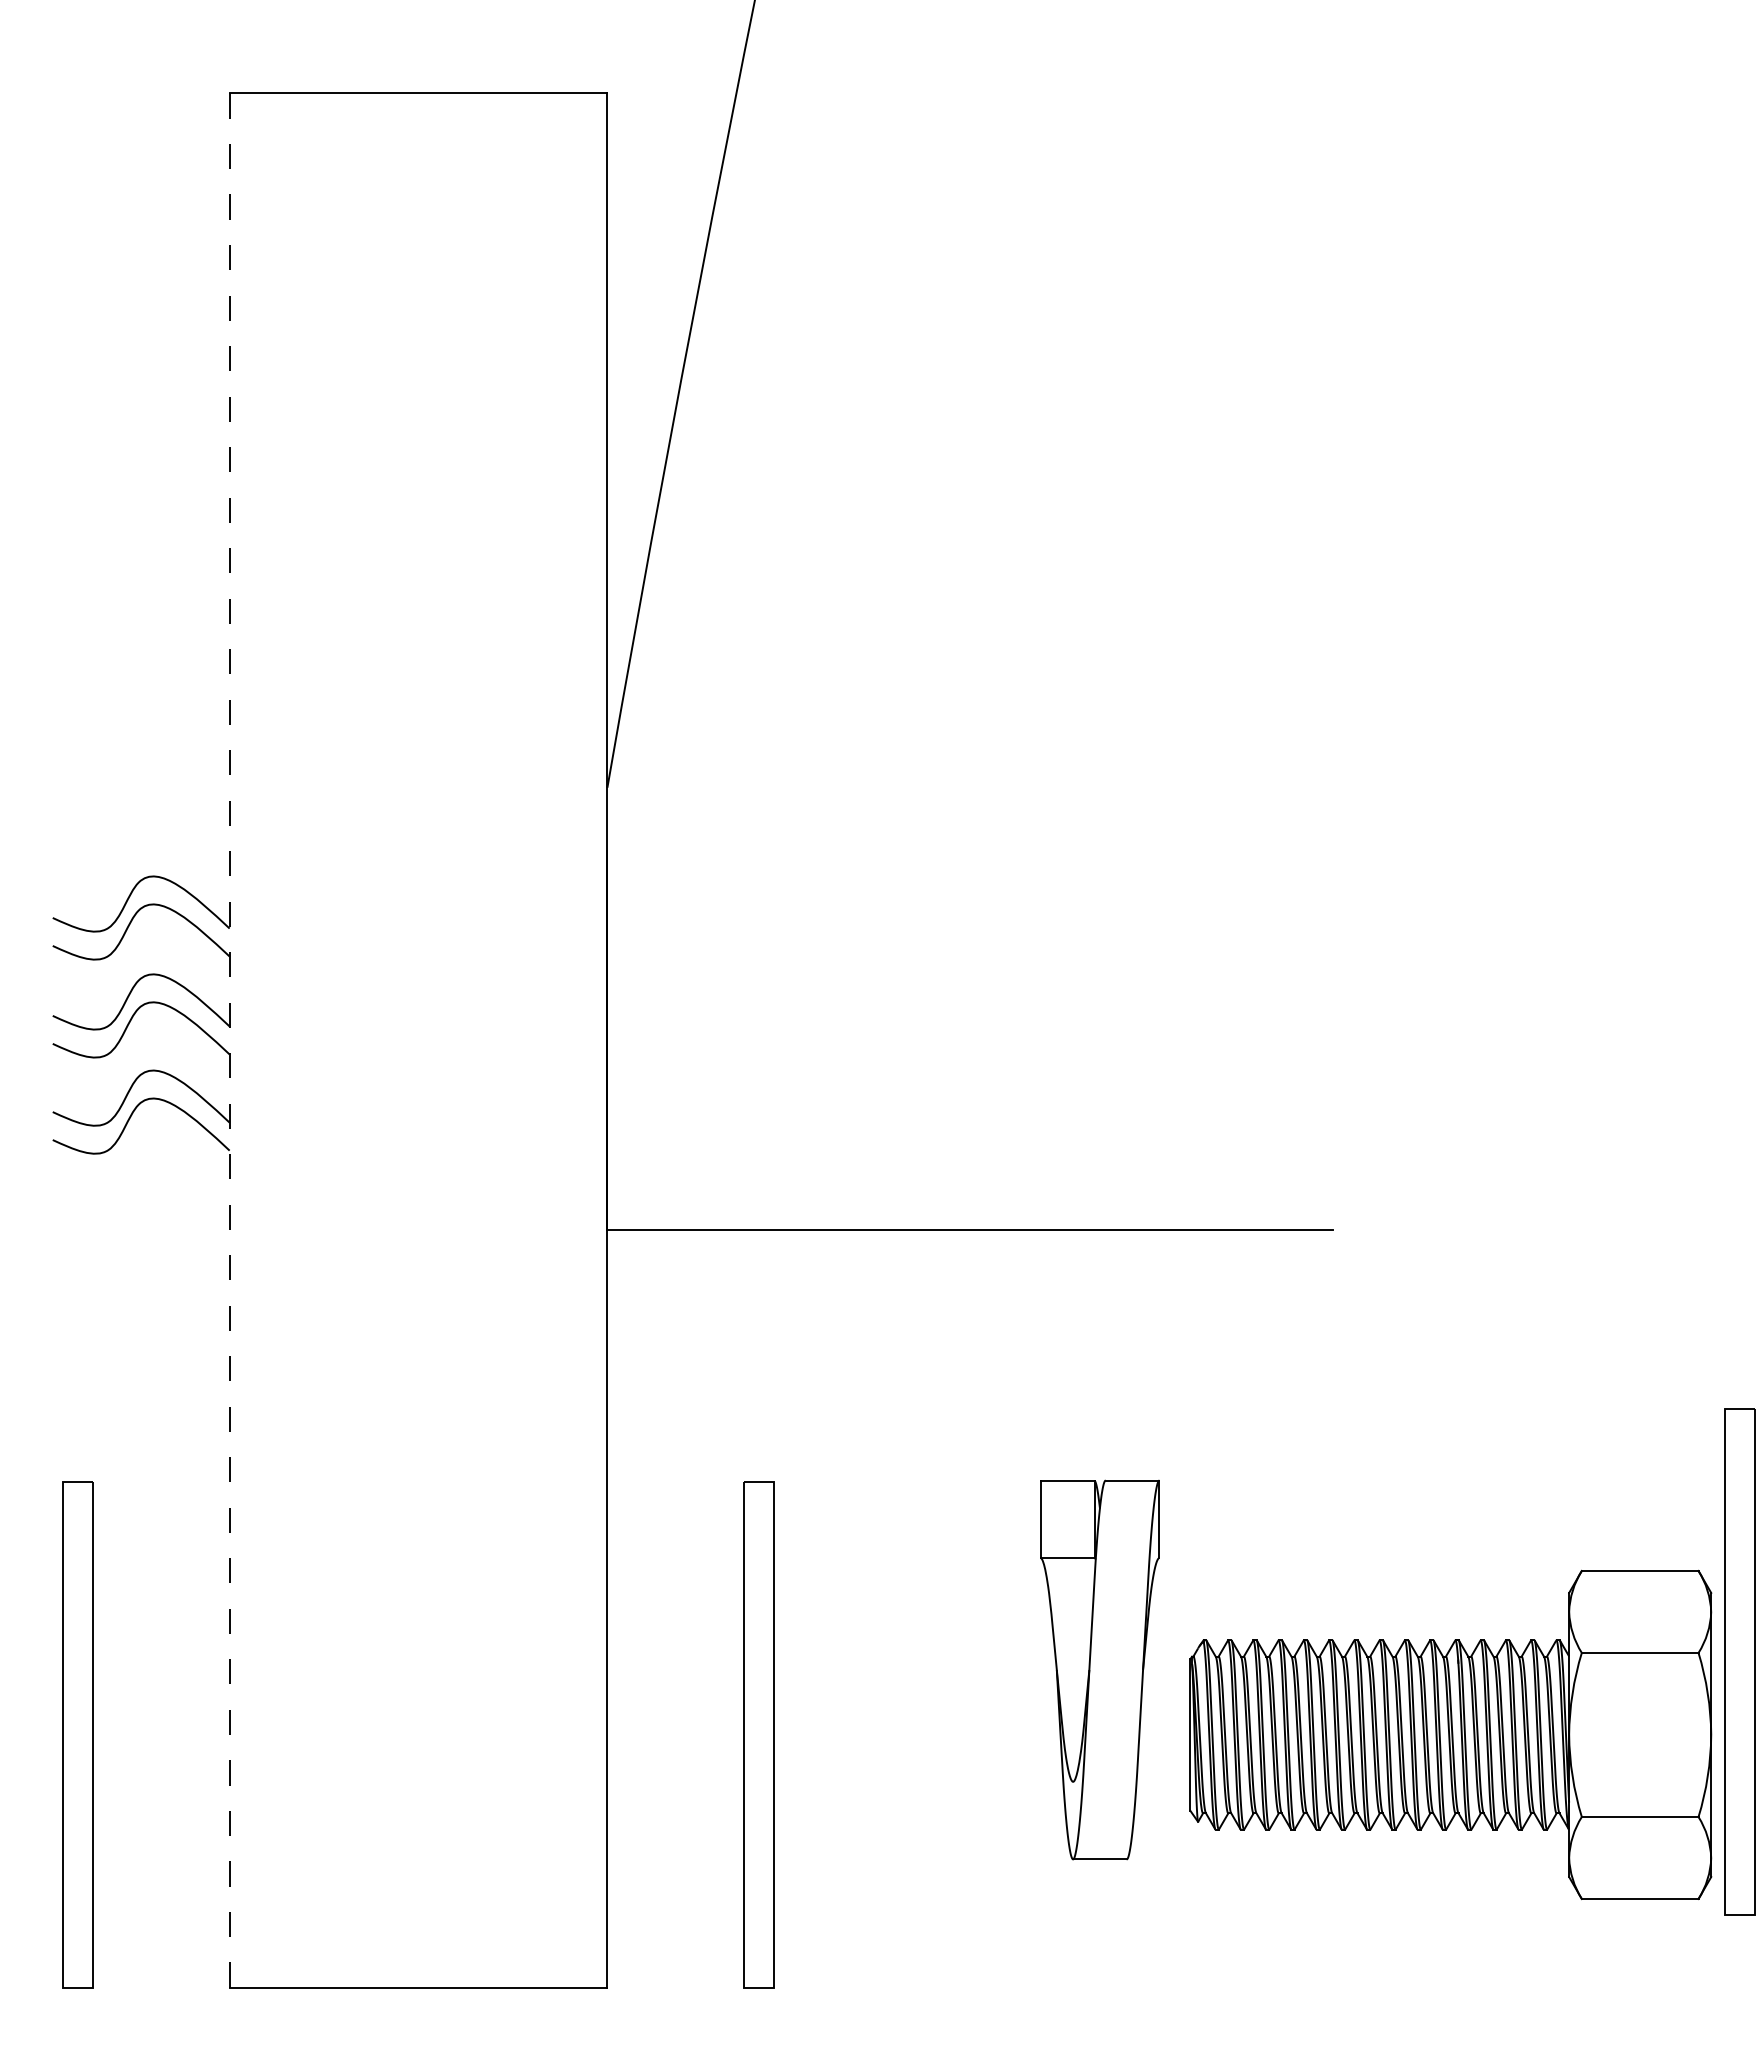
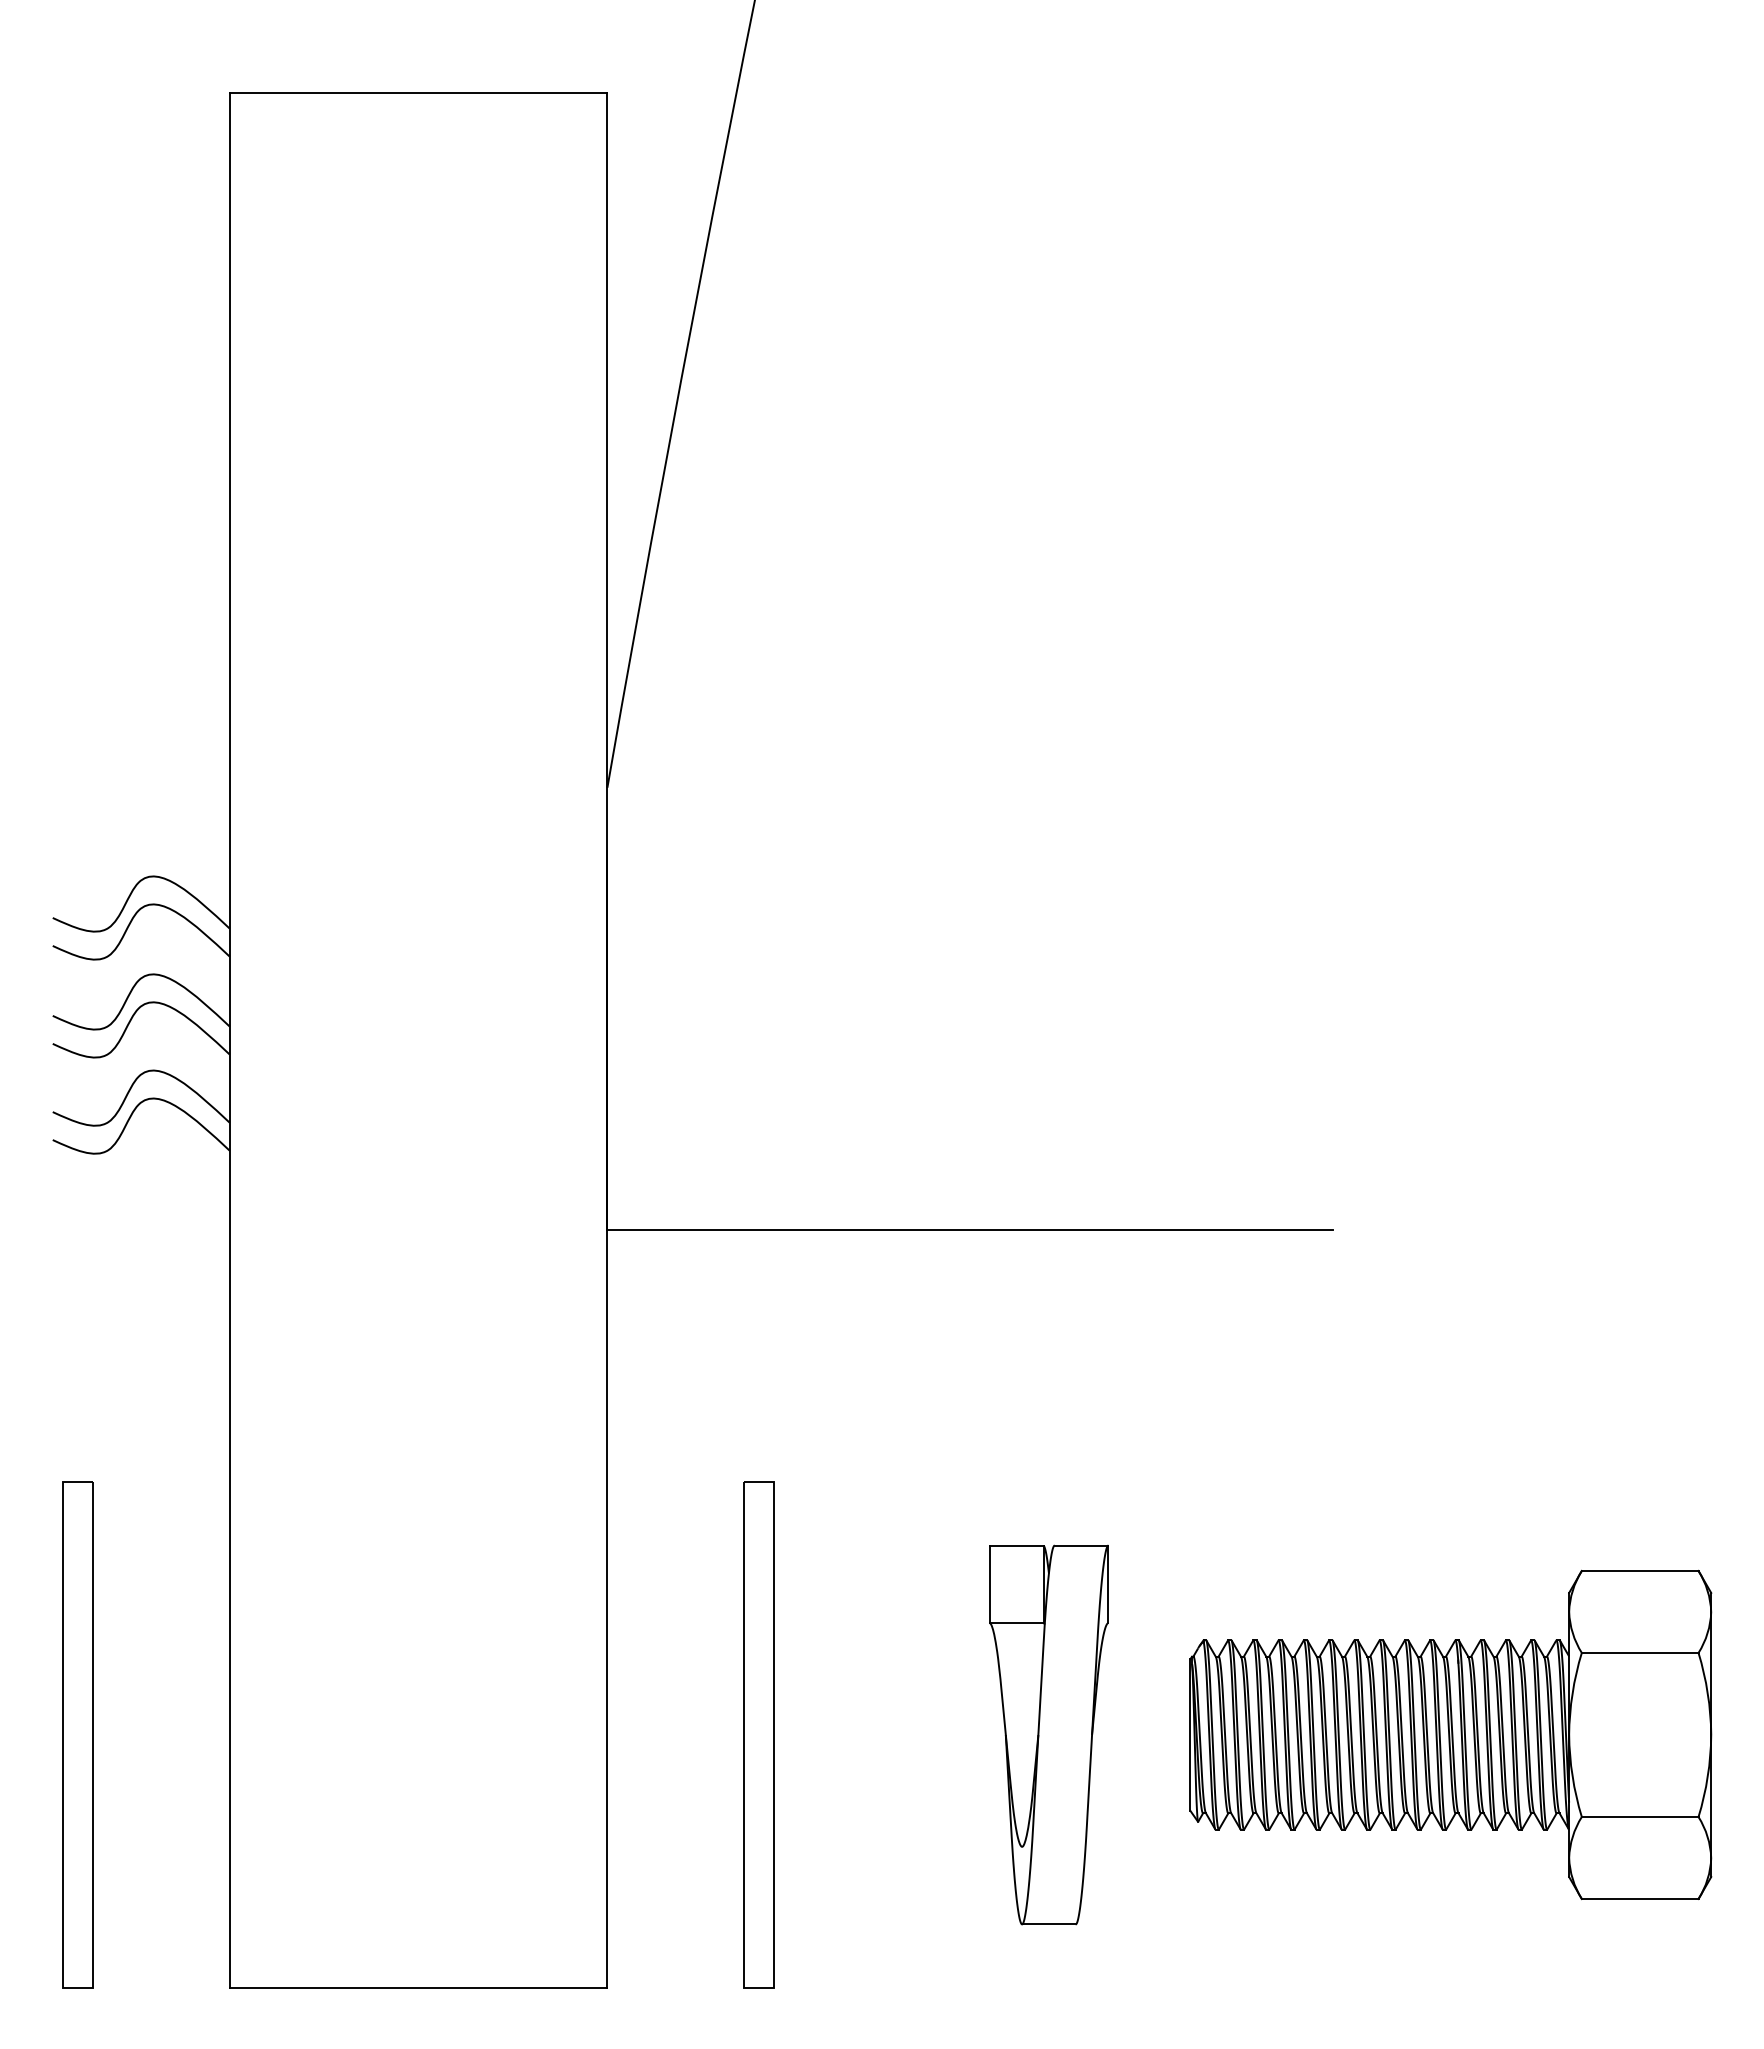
line at (229, 1041): dashed -> solid
part at (1739, 1661): present -> none
part at (1099, 1669) position: (1099, 1669) -> (1048, 1734)
